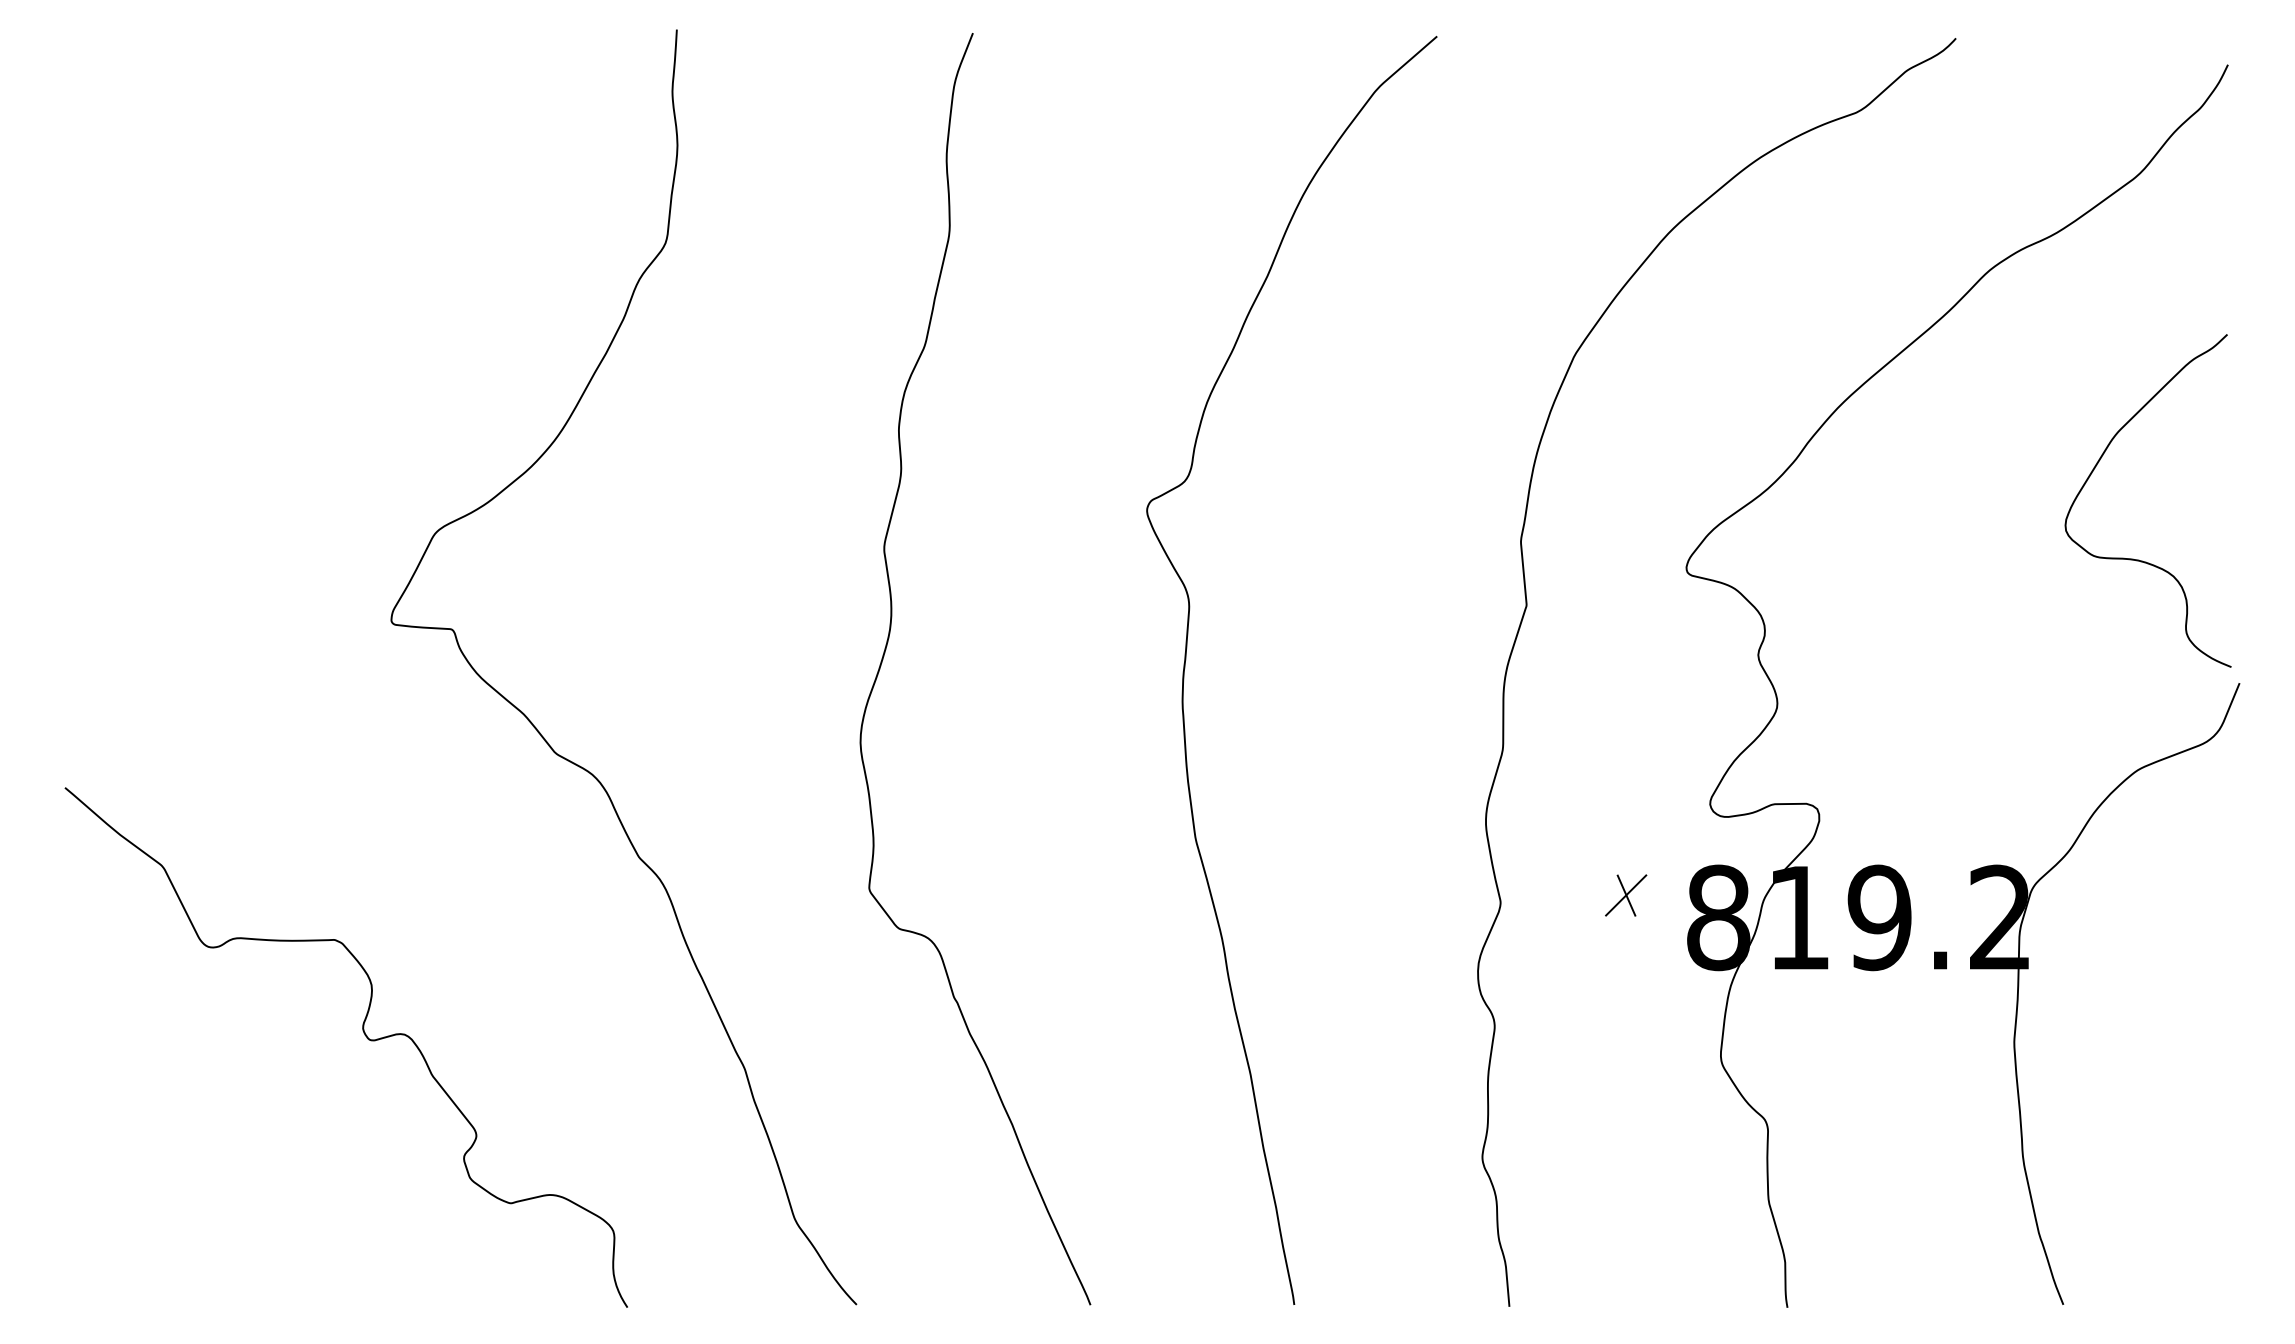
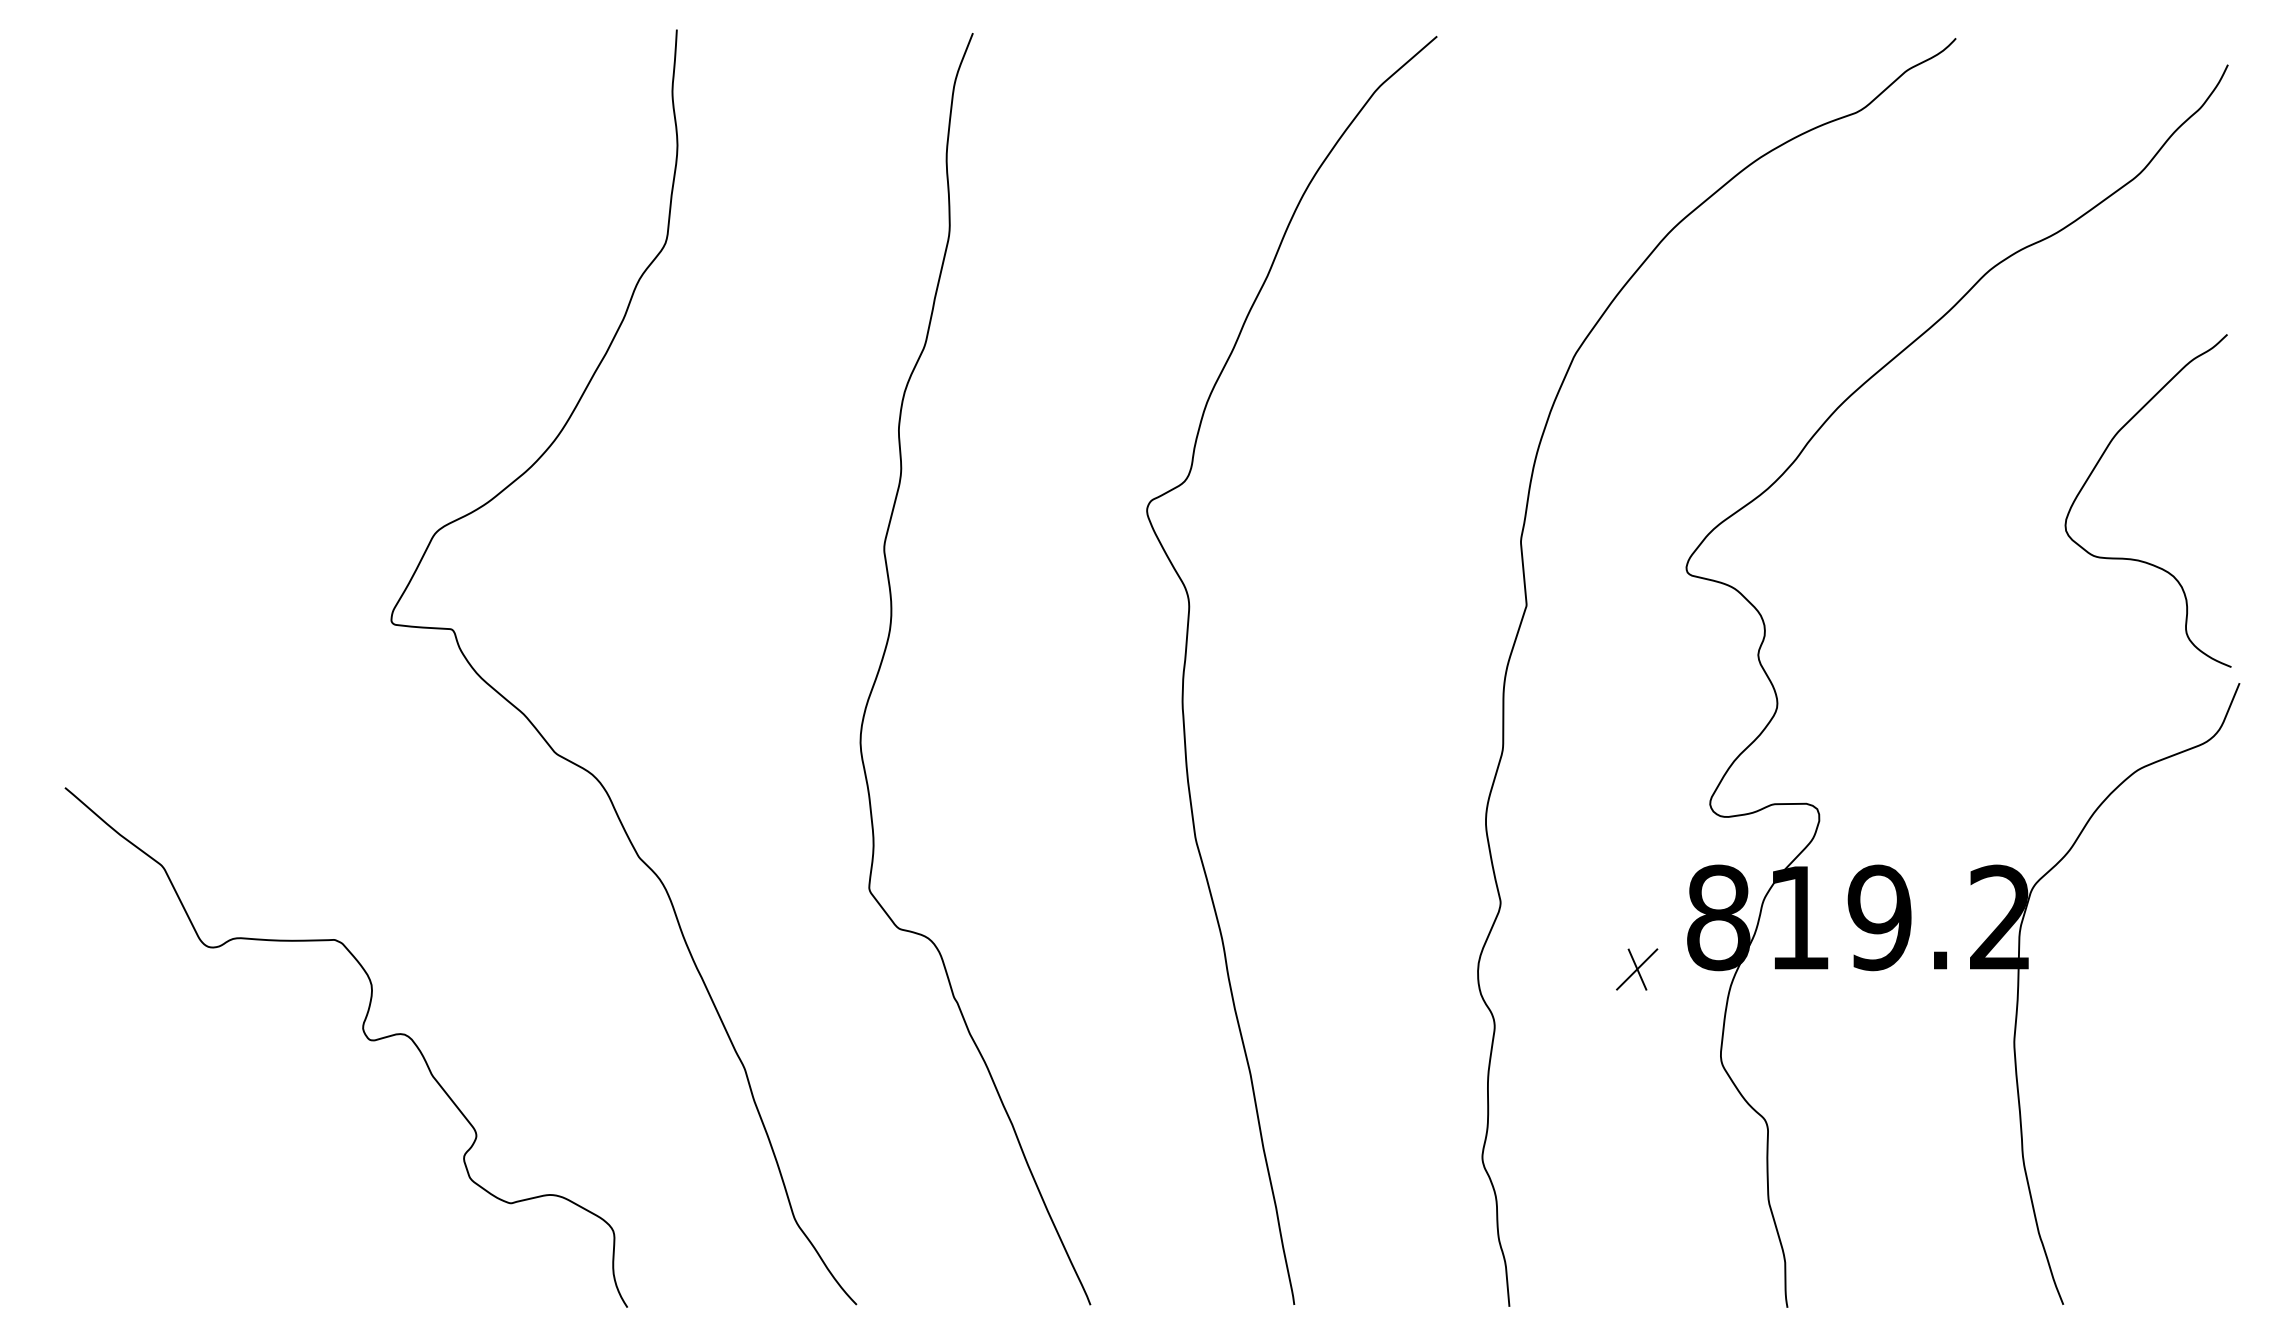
part at (1626, 895) position: (1626, 895) -> (1637, 969)
